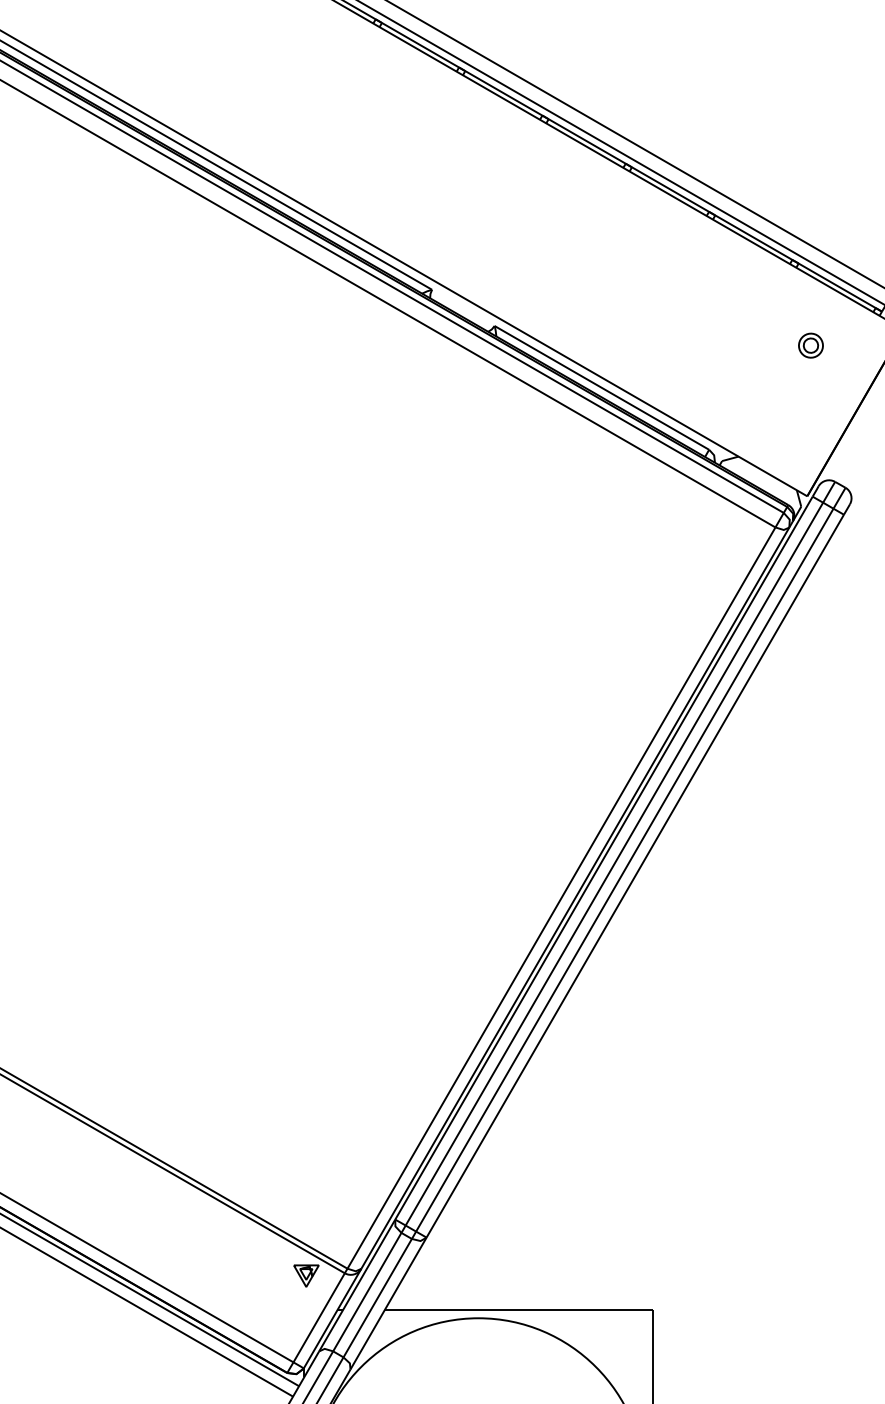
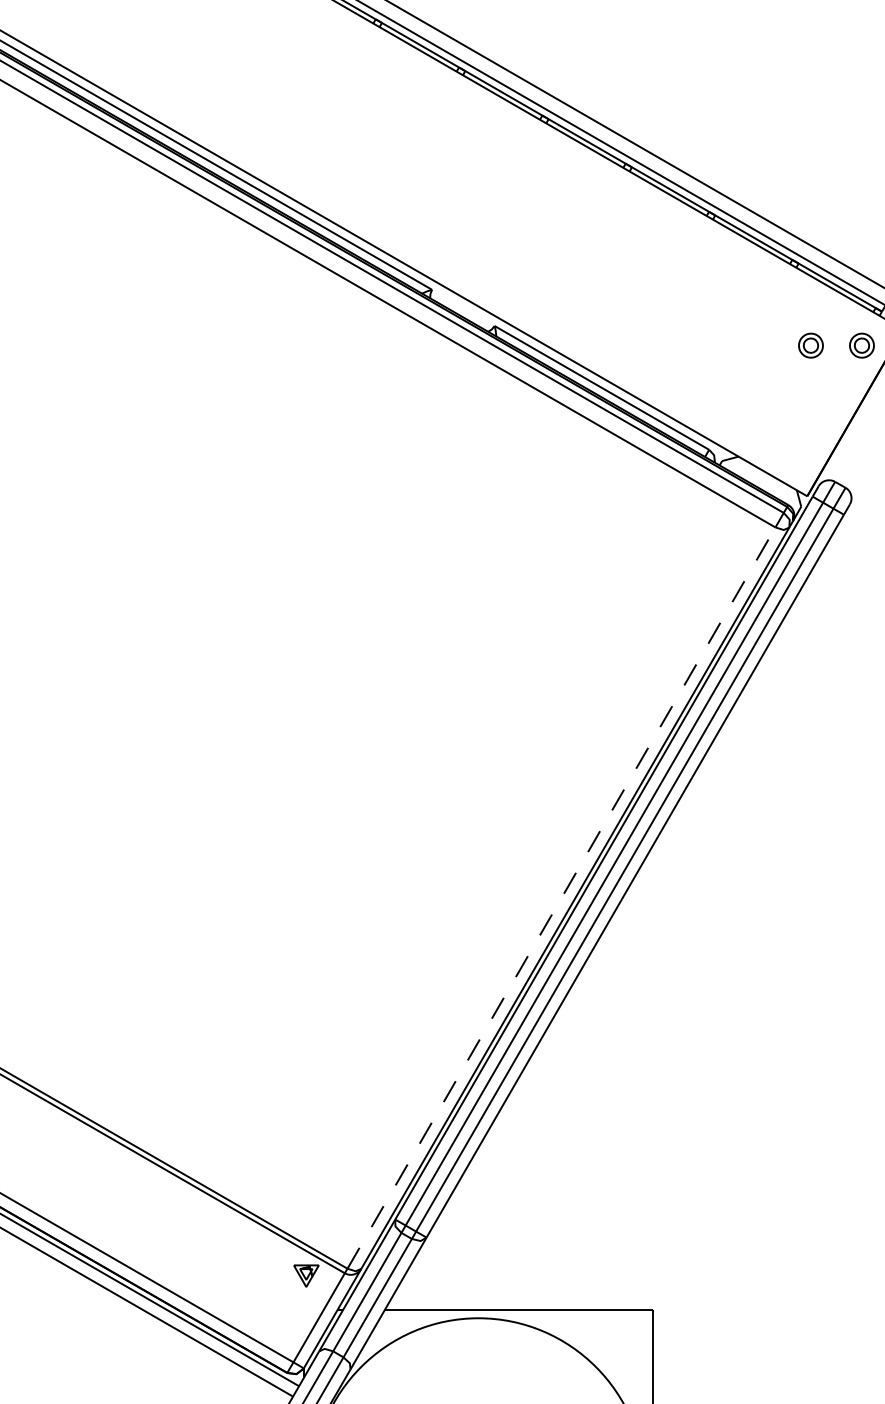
part at (861, 345): none -> present
line at (561, 898): solid -> dashed
